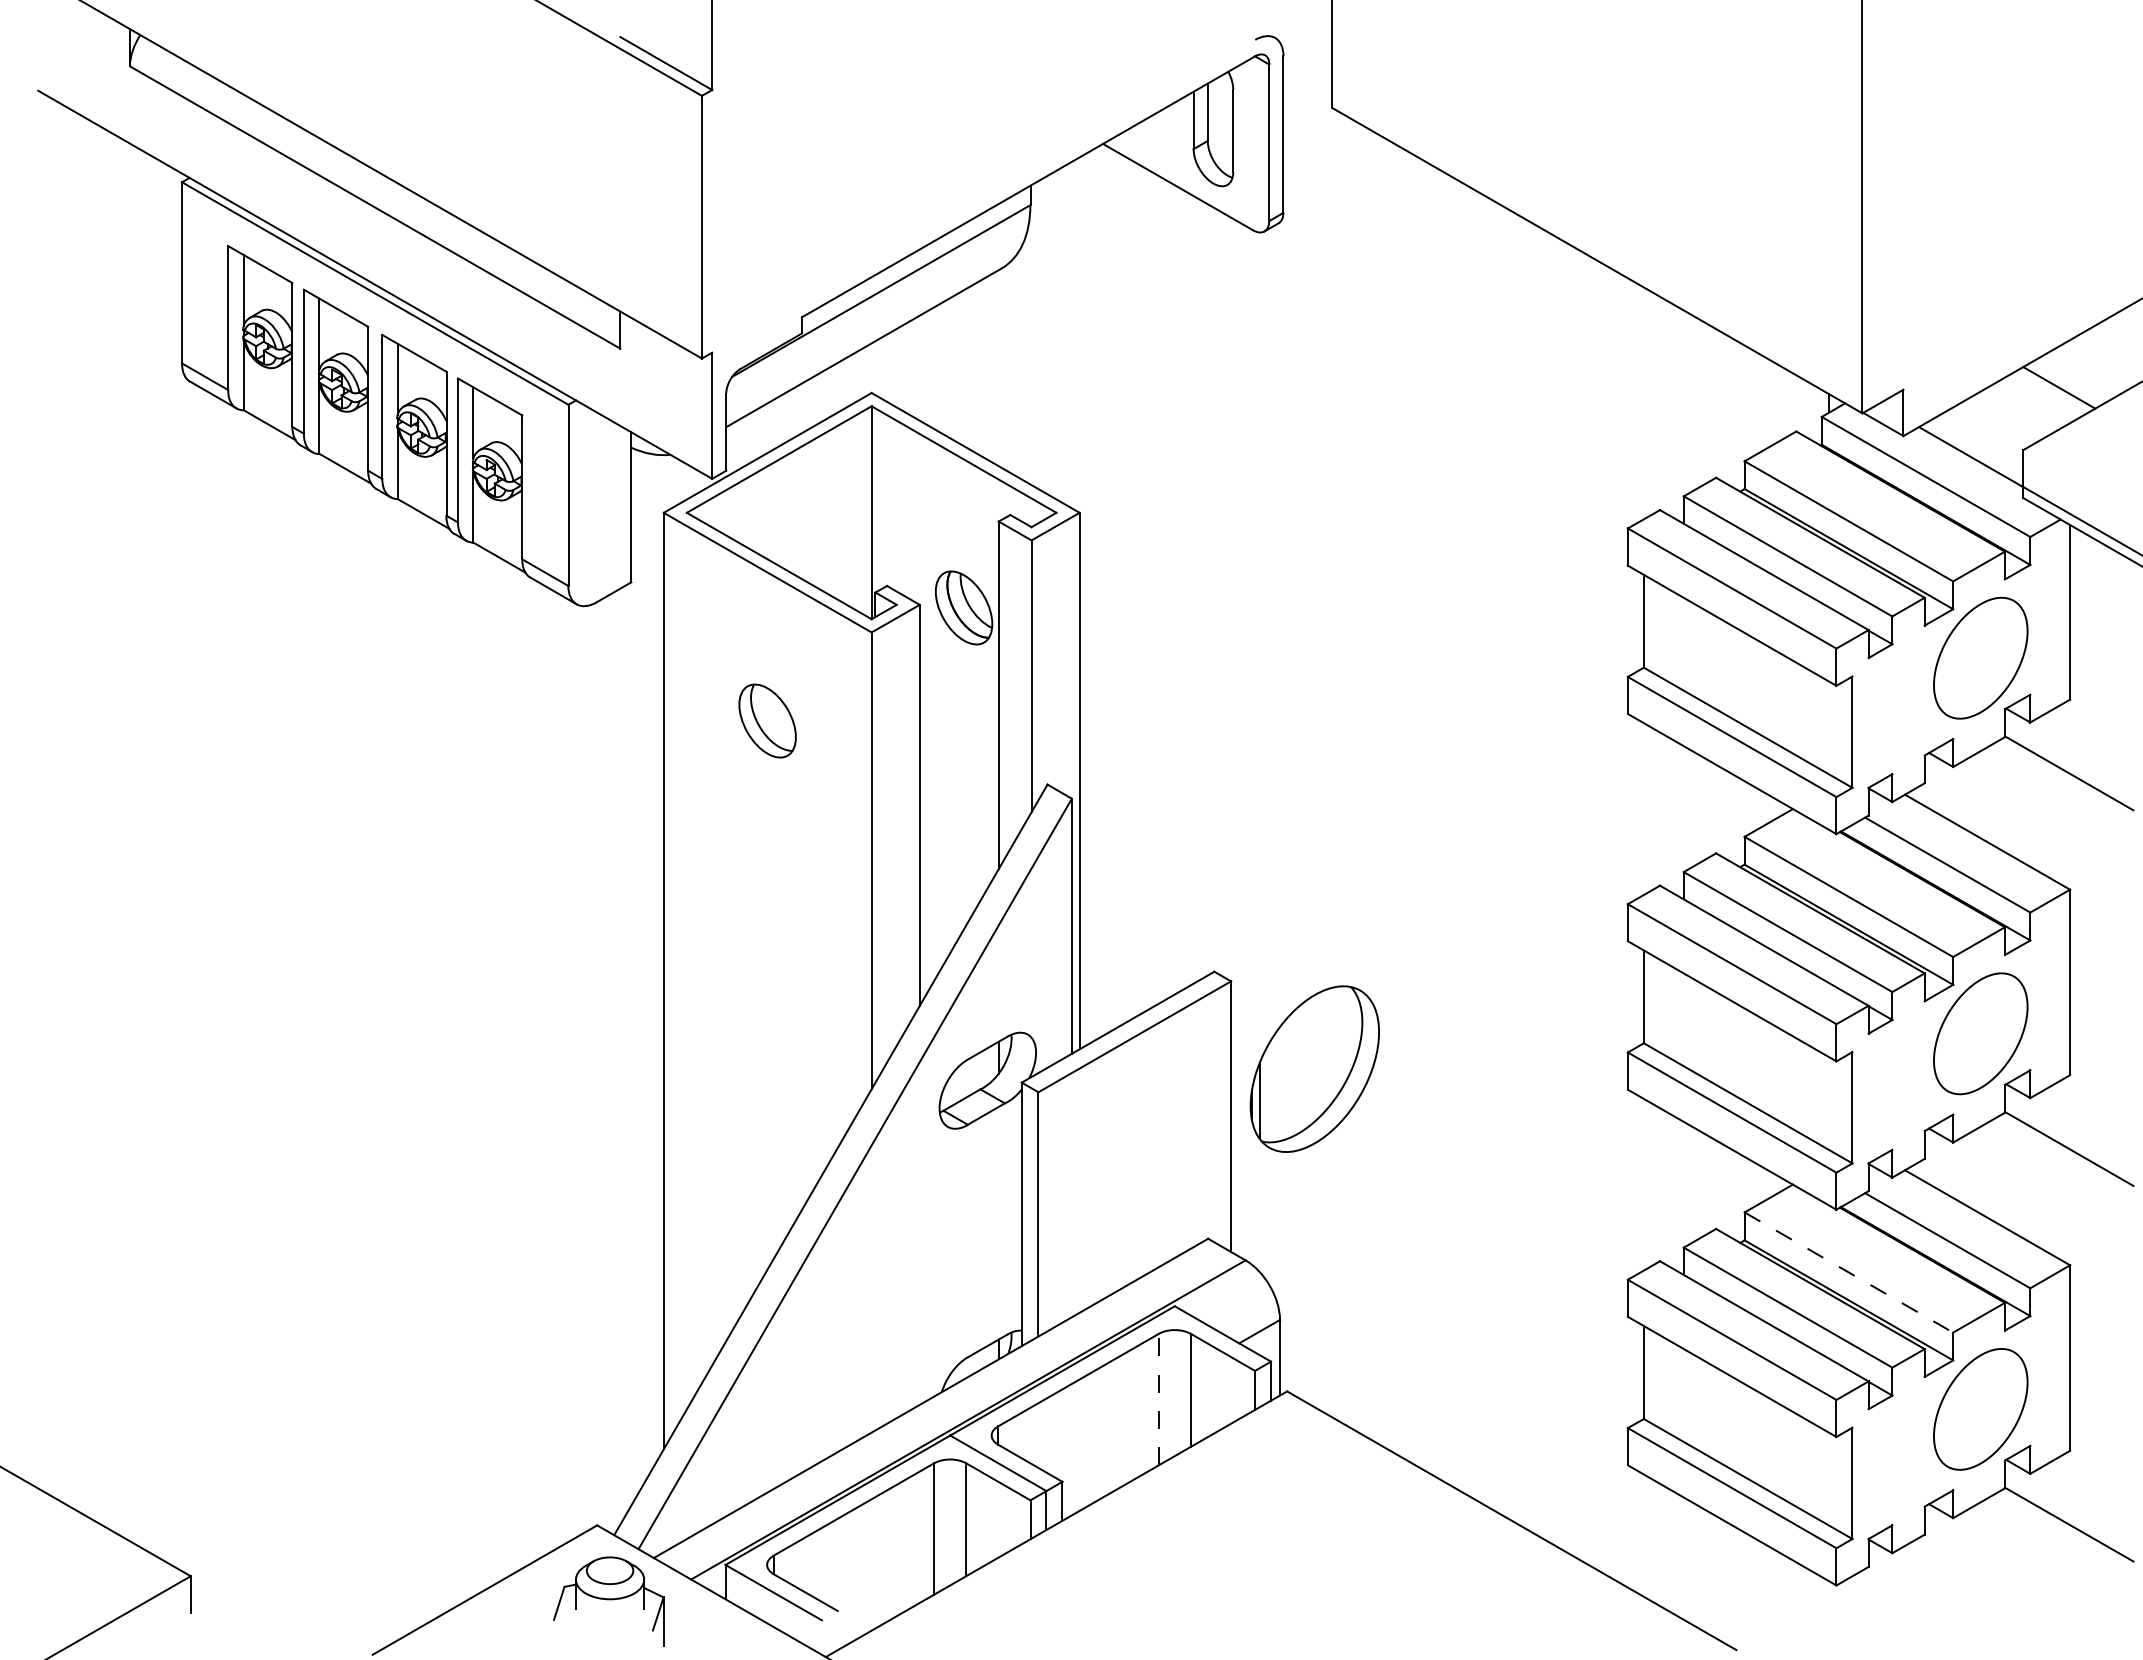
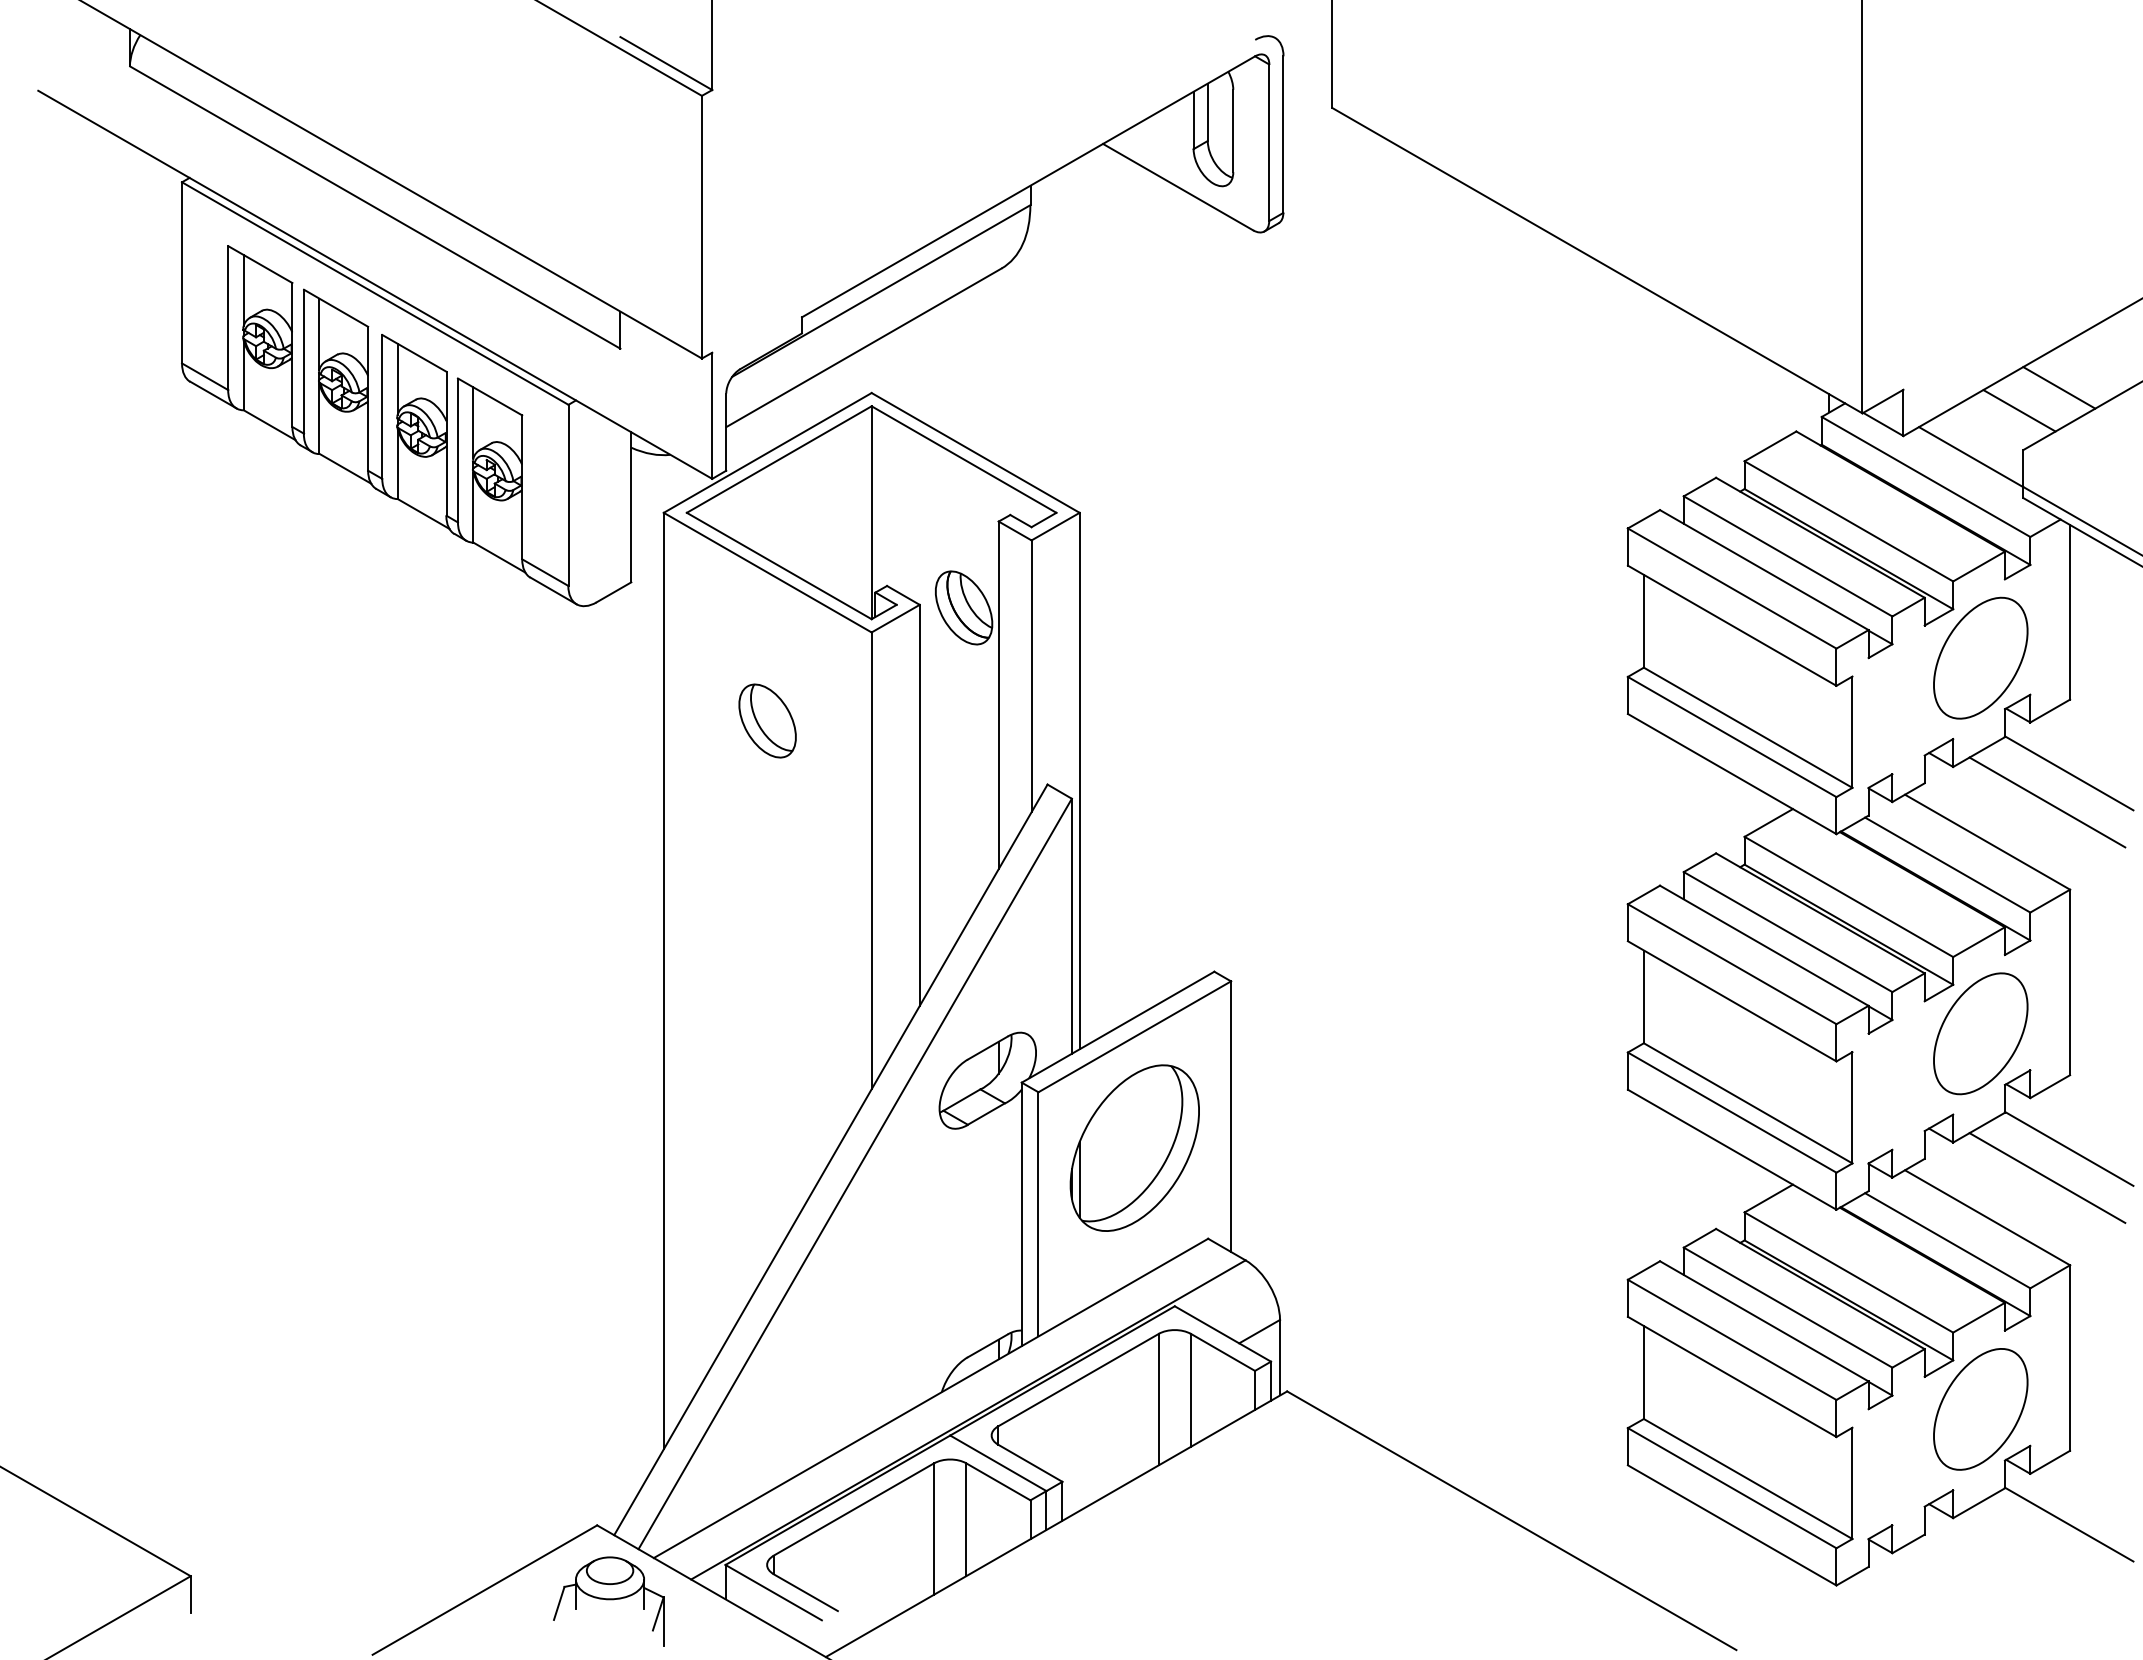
line at (2019, 410): none -> present
line at (2047, 802): none -> present
part at (1314, 1068) position: (1314, 1068) -> (1134, 1147)
line at (2047, 1177): none -> present
line at (1849, 1272): dashed -> solid
line at (1158, 1399): dashed -> solid
